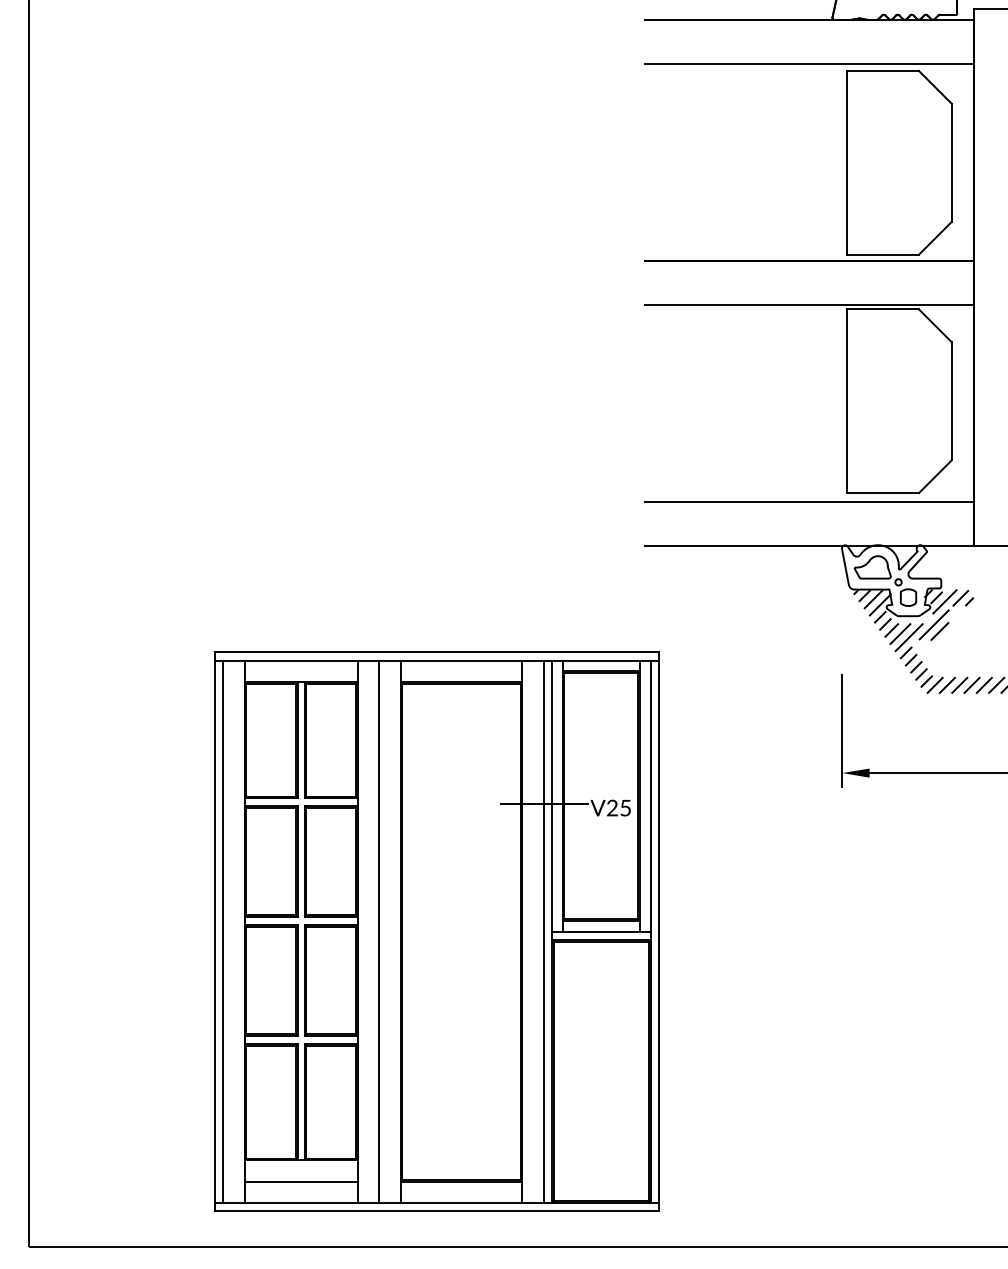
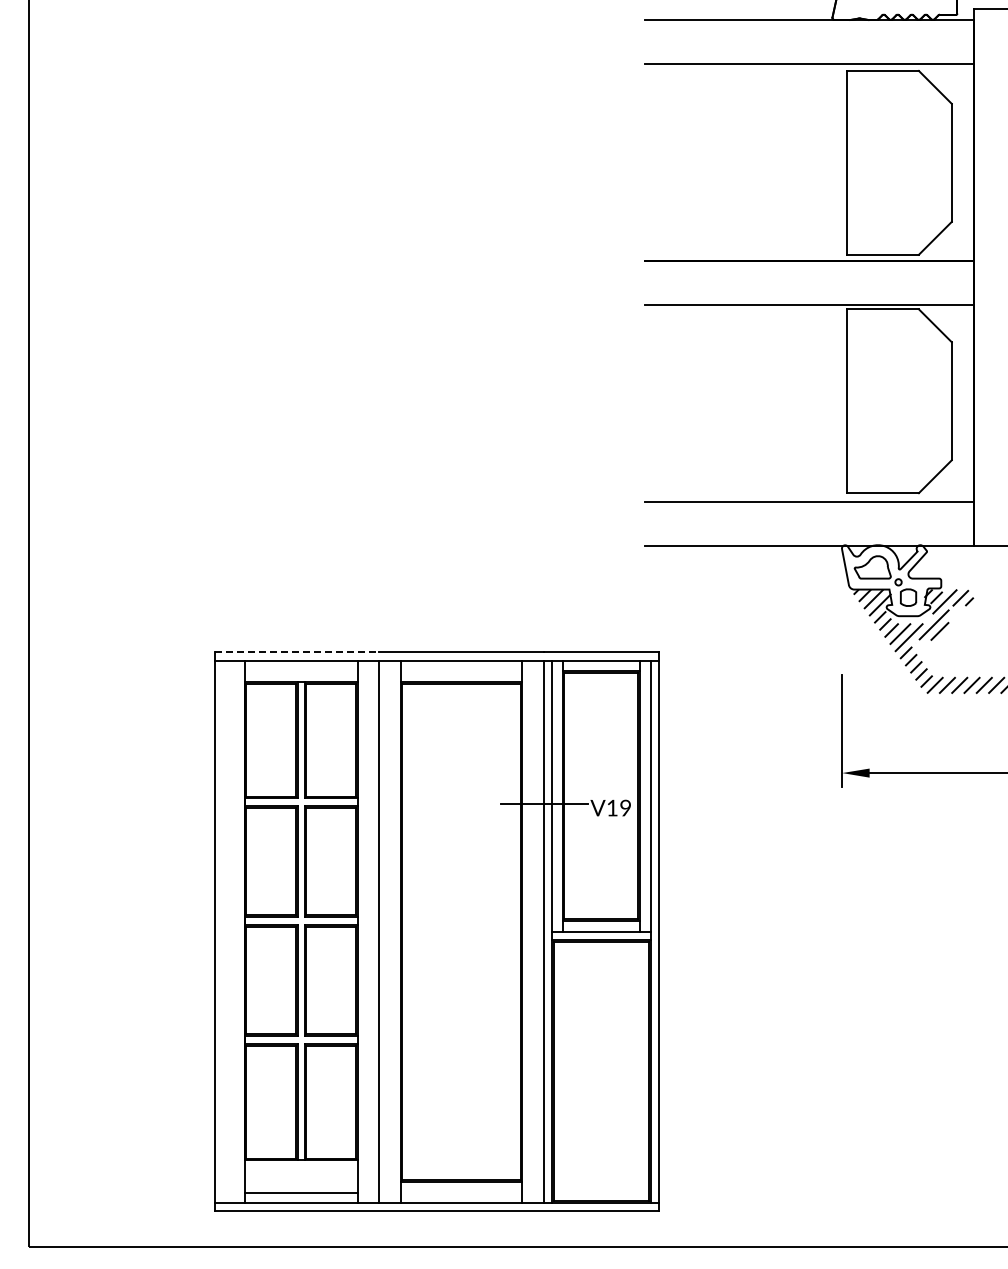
line at (297, 652): solid -> dashed
text at (618, 807): V25 -> V19
line at (223, 931): present -> none
line at (301, 1181) position: (301, 1181) -> (301, 1192)
